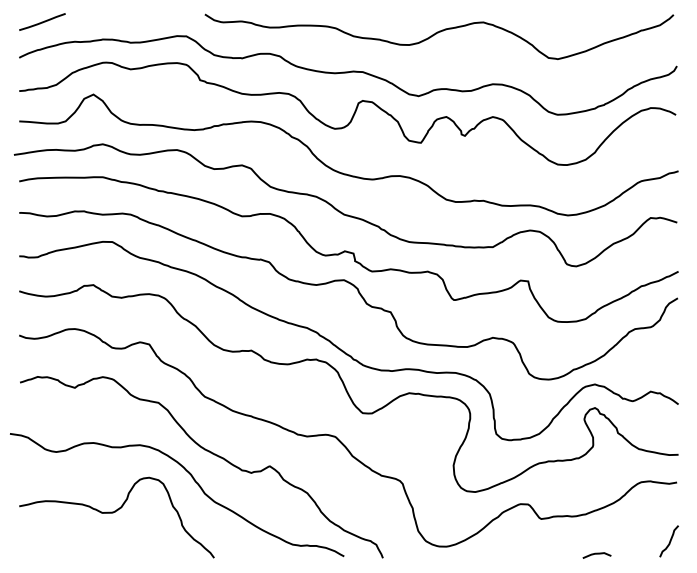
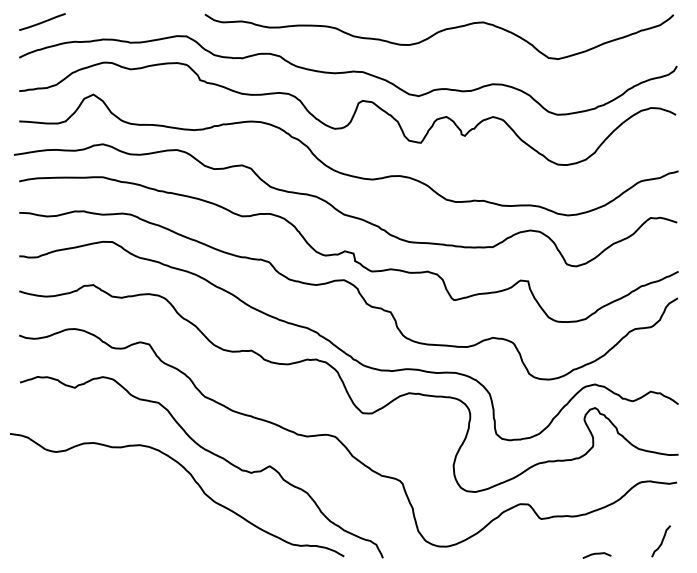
curve at (113, 513): present -> none
curve at (669, 541) position: (669, 541) -> (661, 541)
